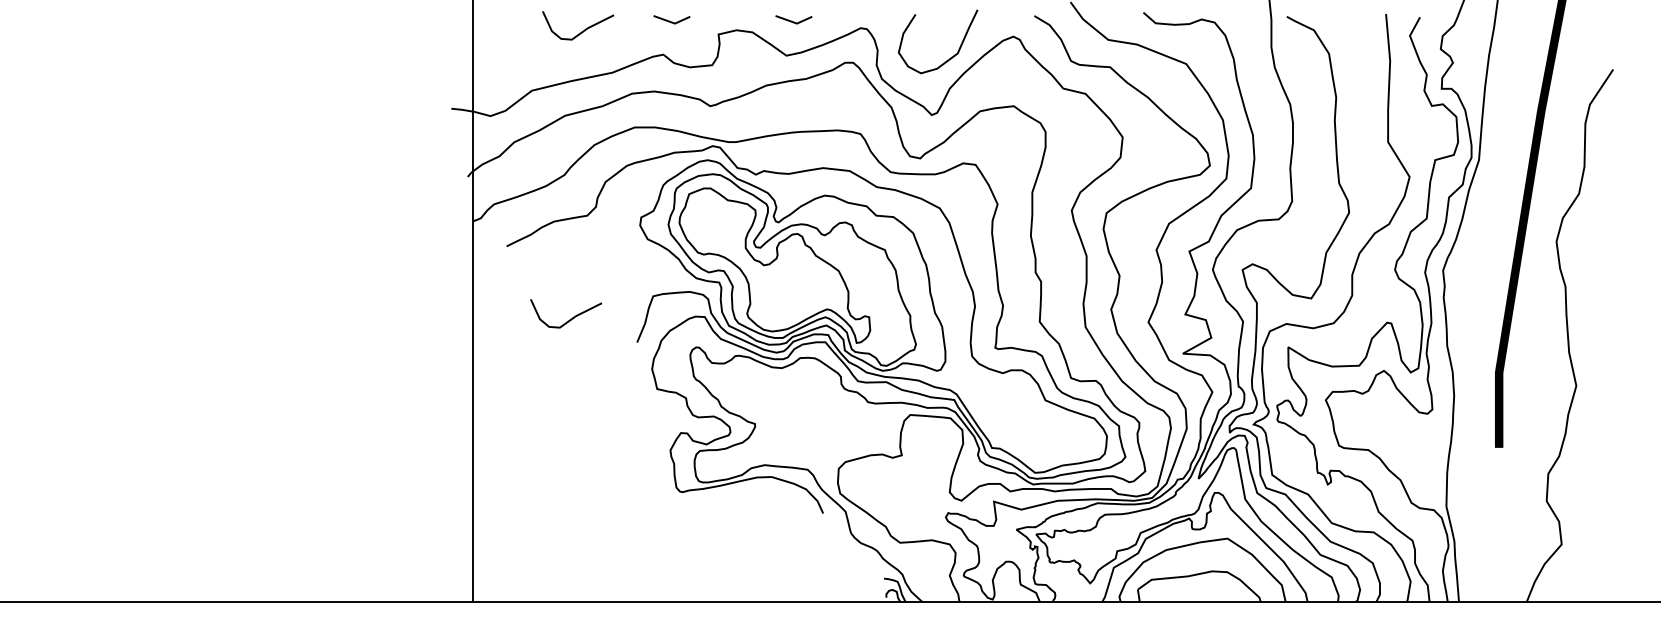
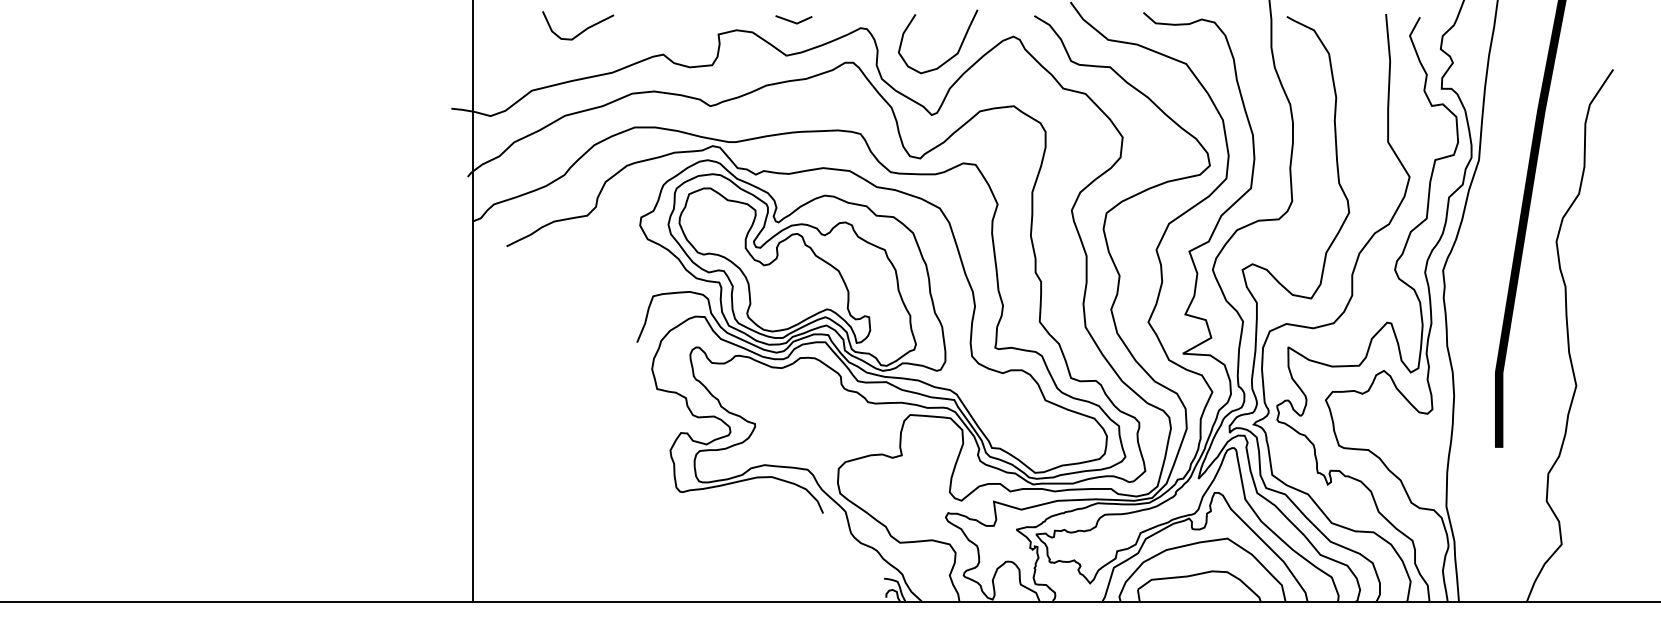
line at (671, 21): present -> none
curve at (570, 318): present -> none
